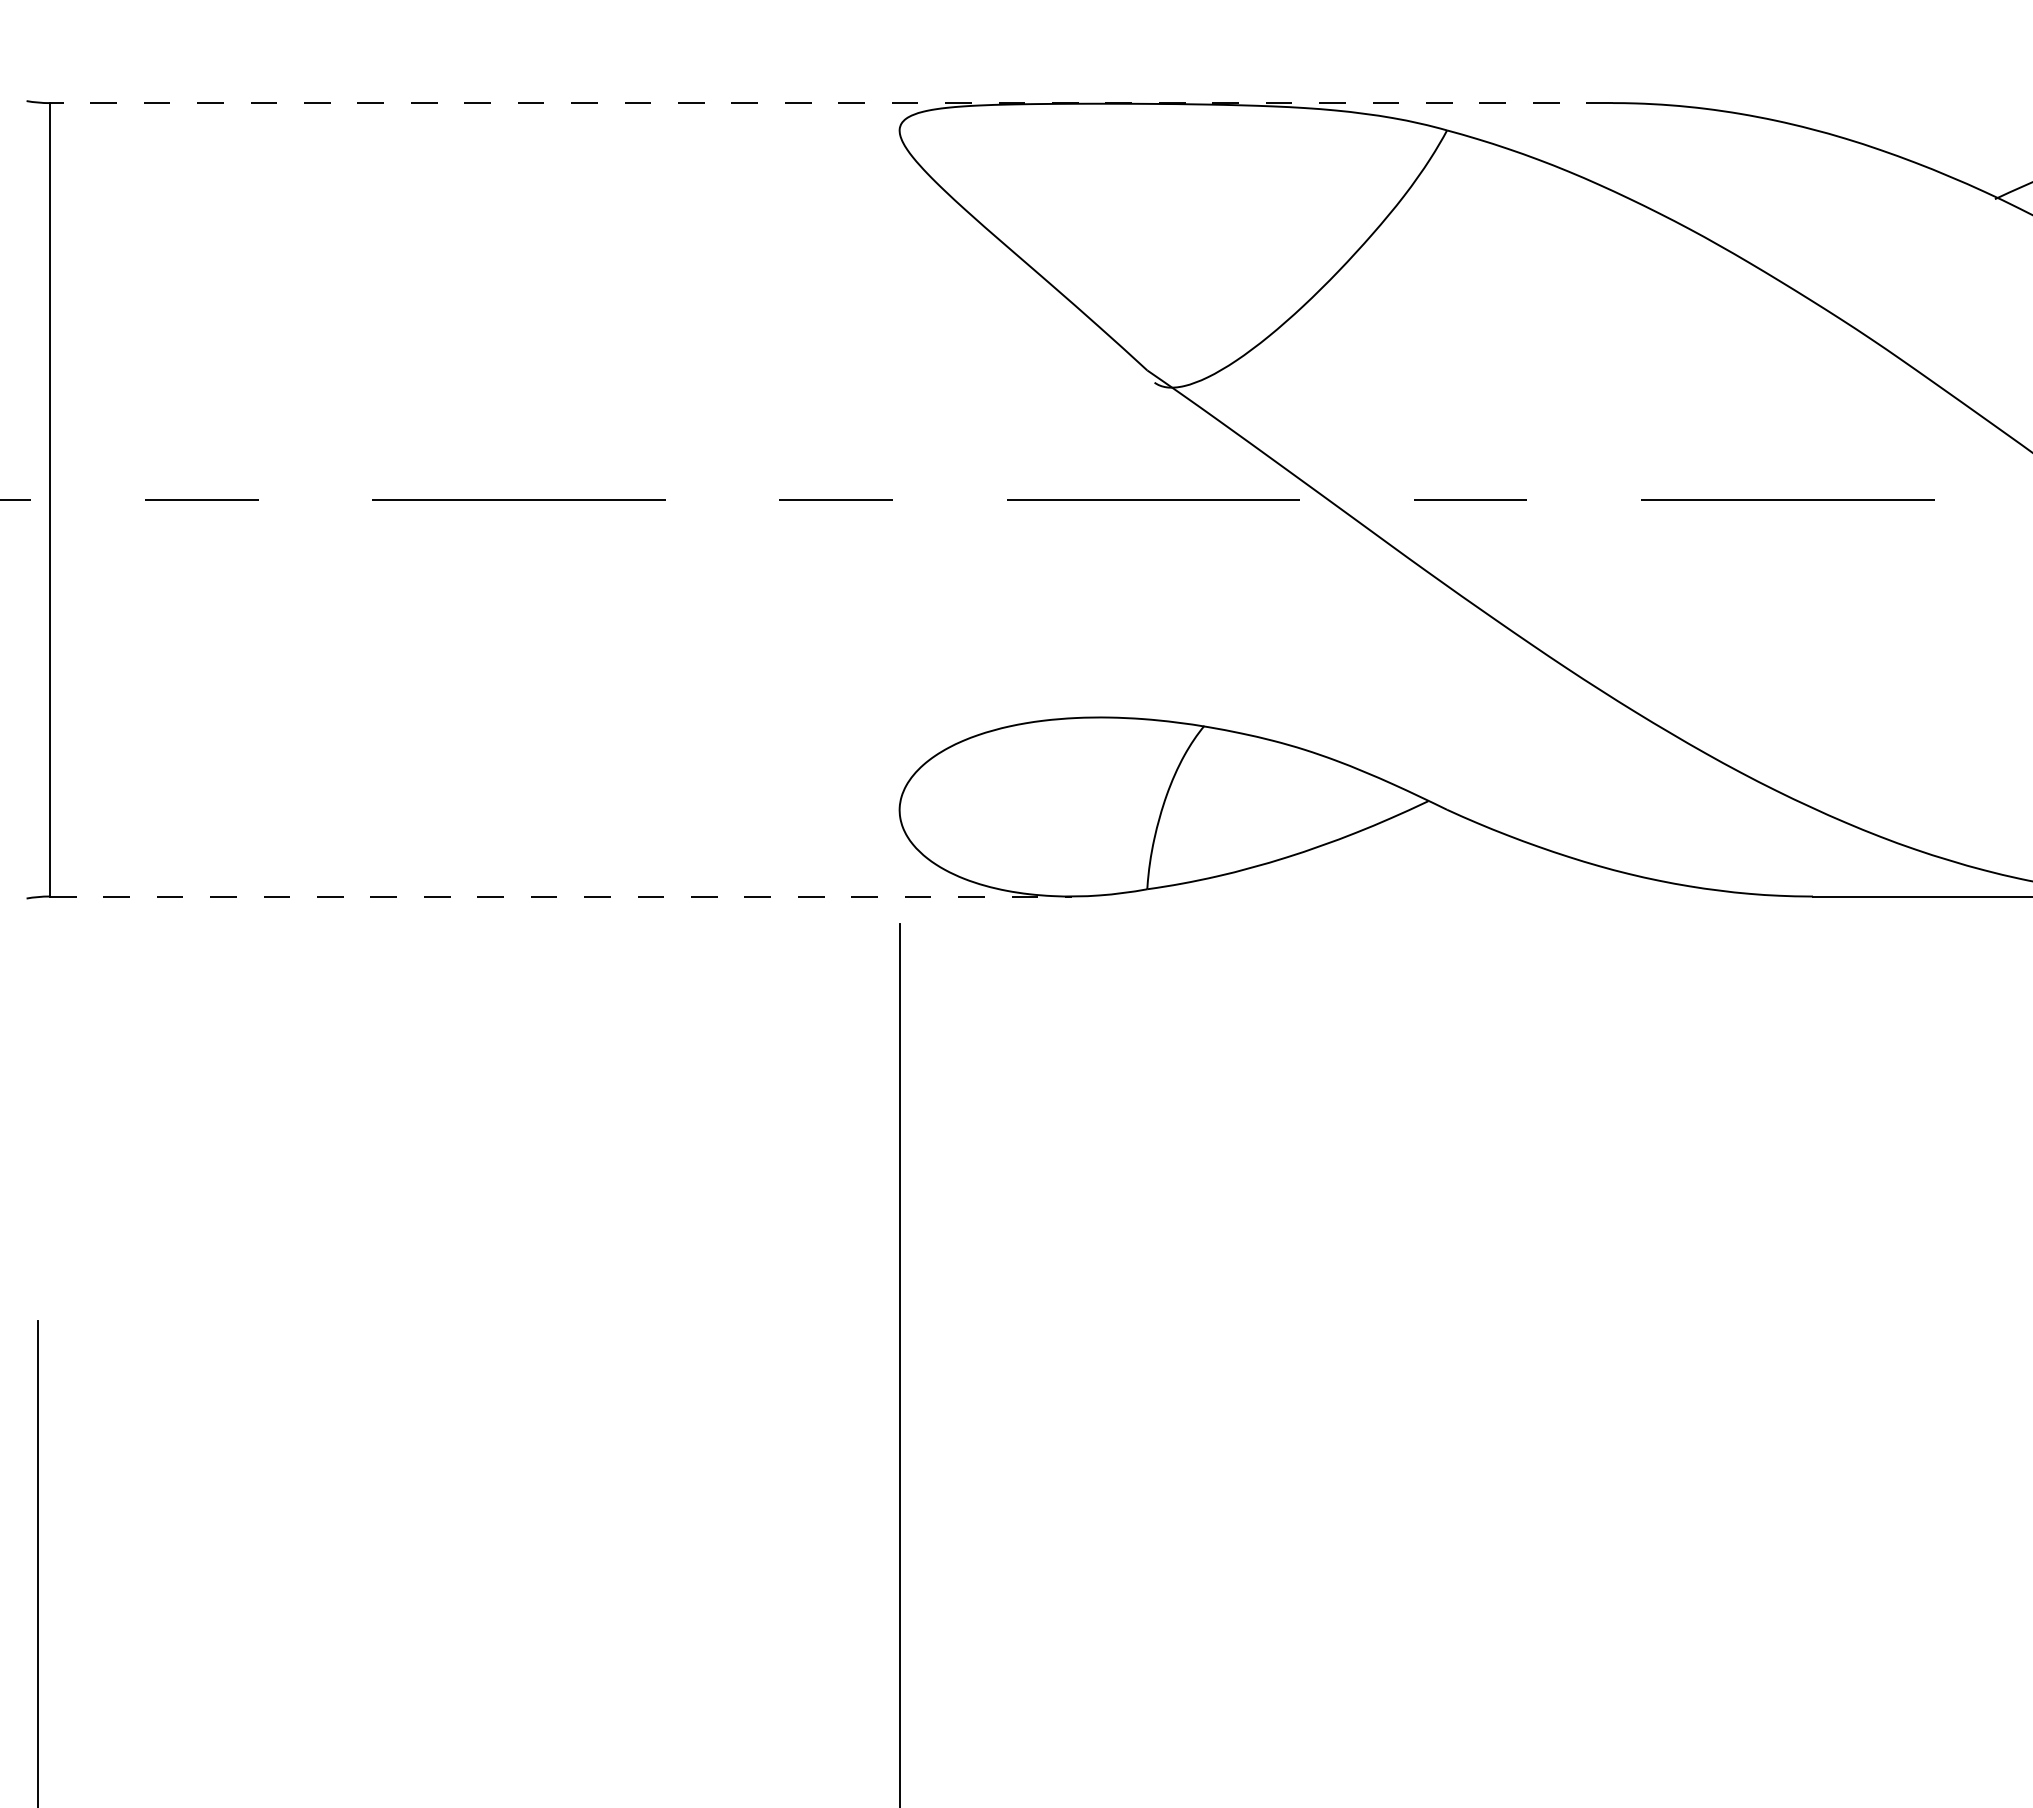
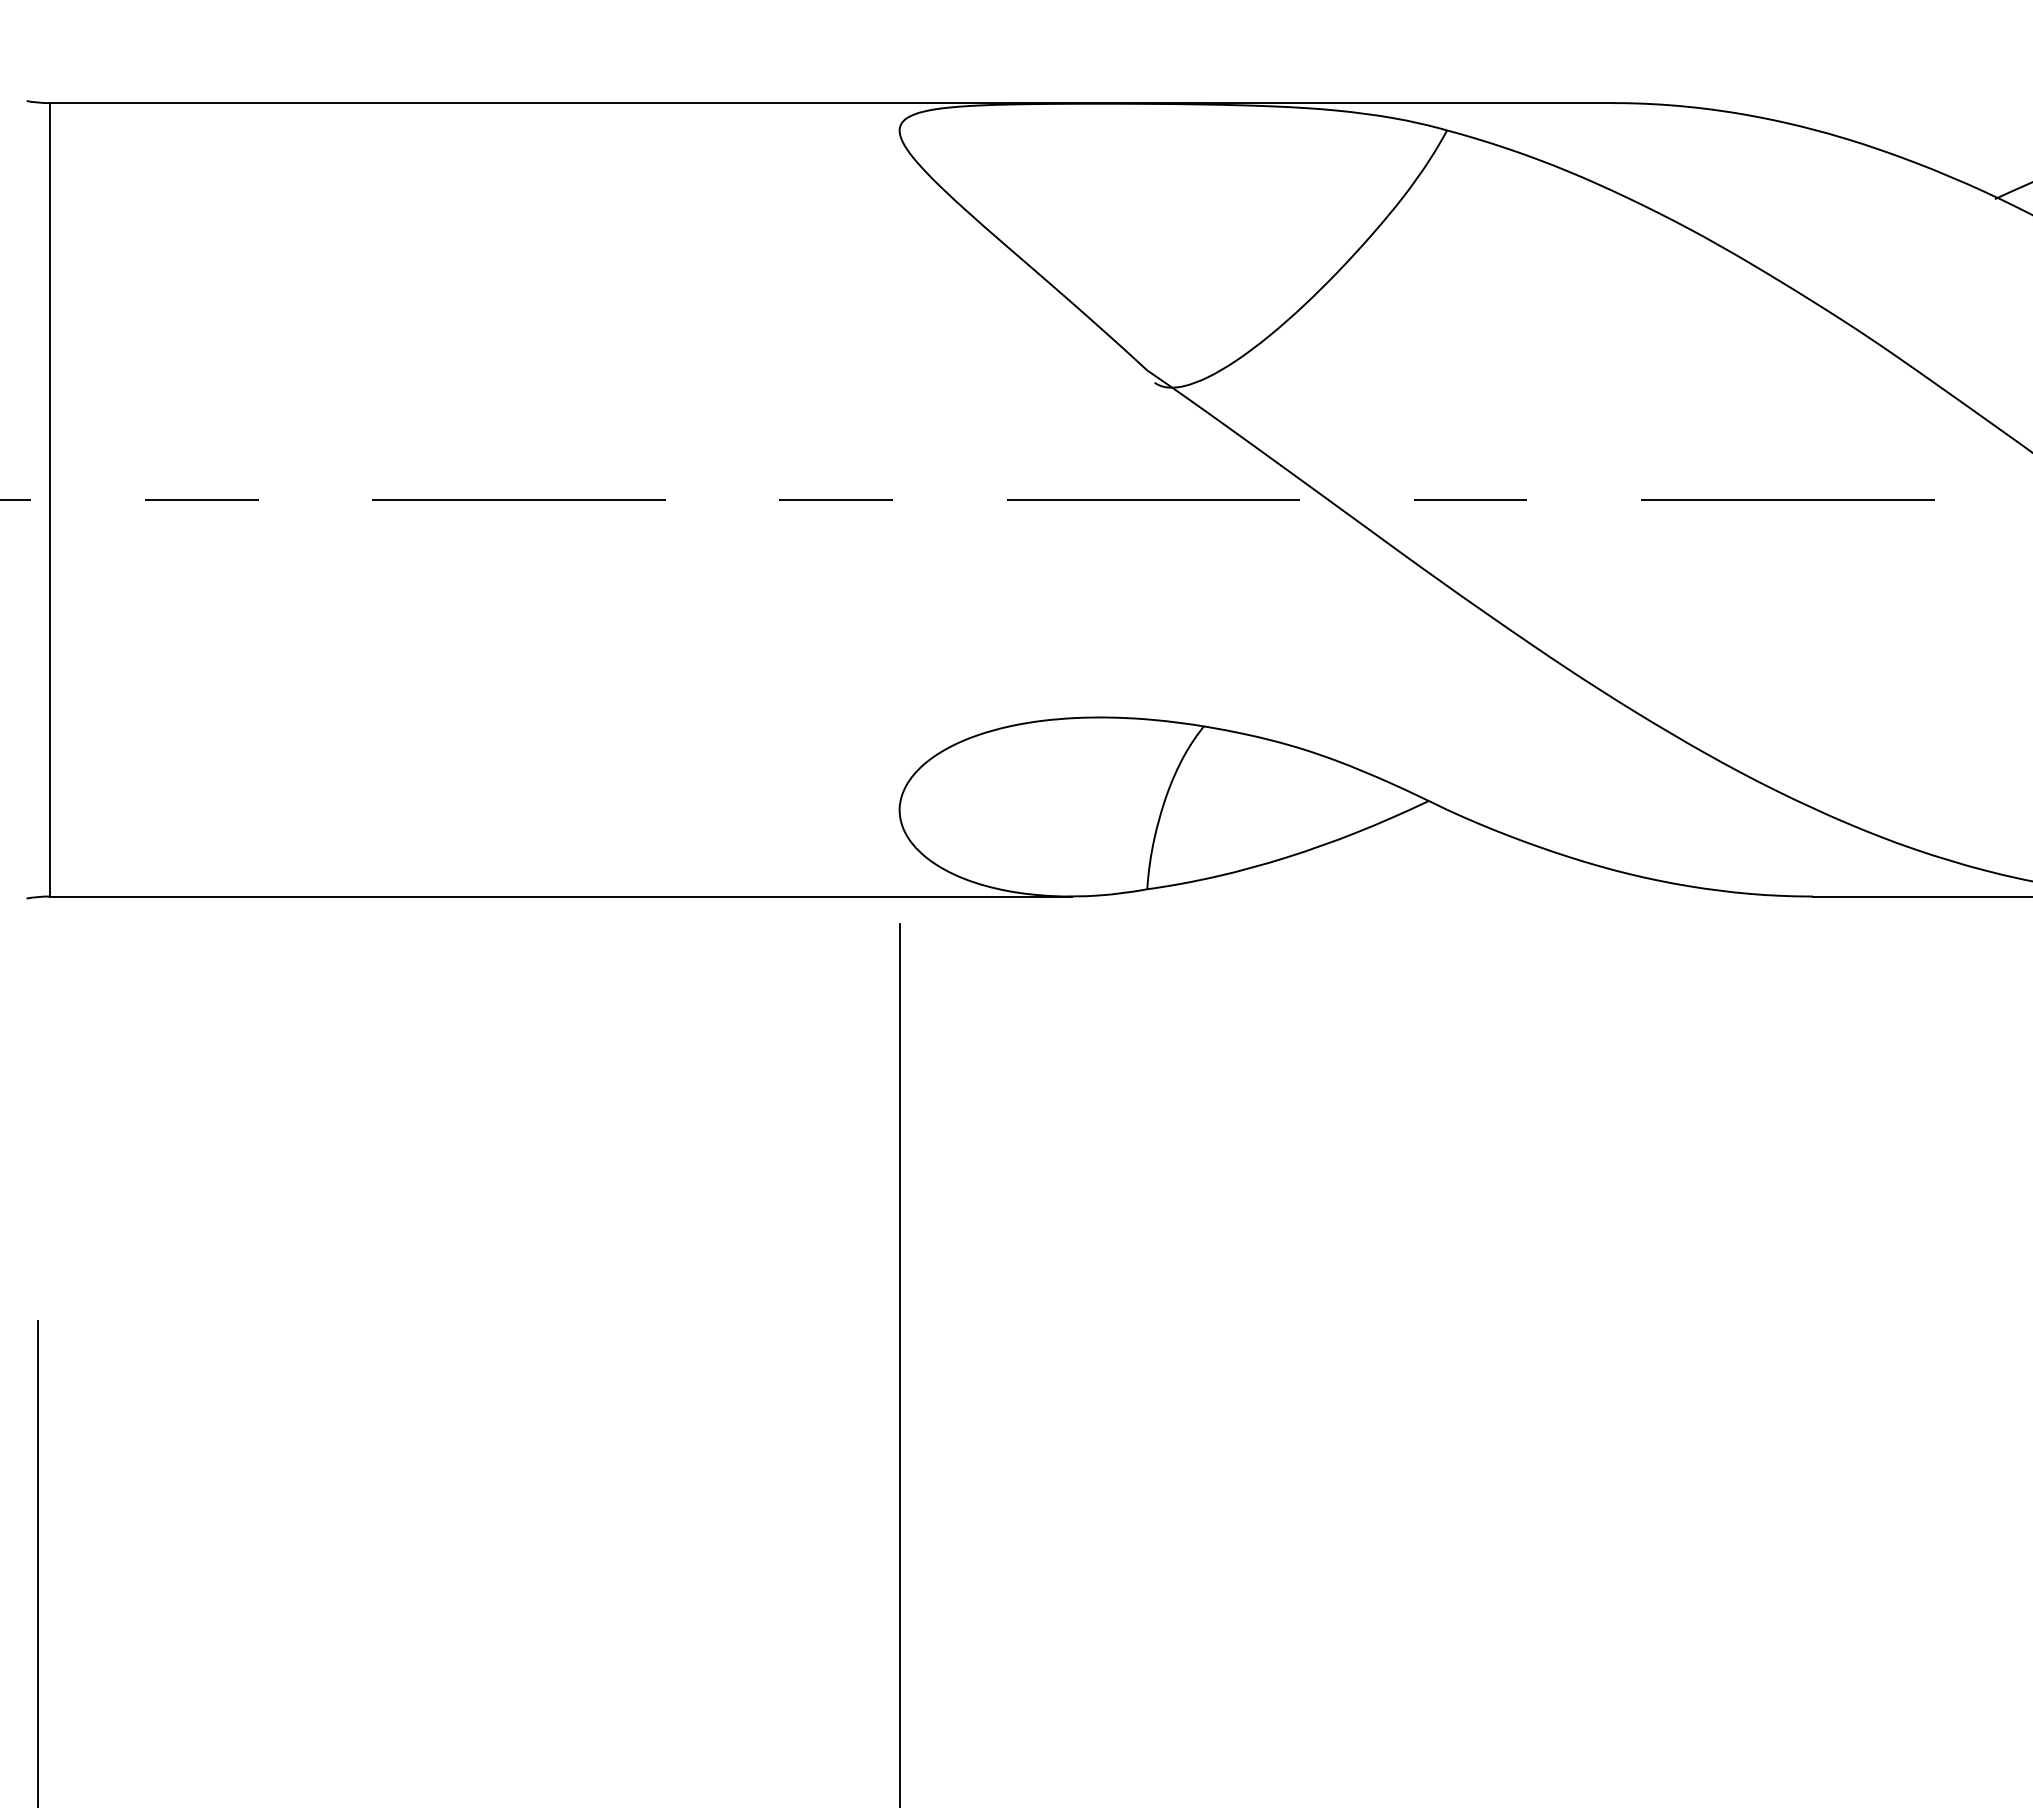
line at (831, 103): dashed -> solid
line at (561, 896): dashed -> solid
